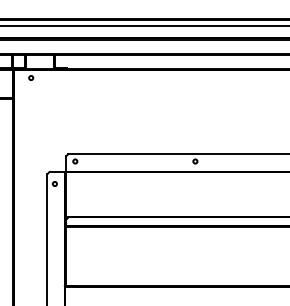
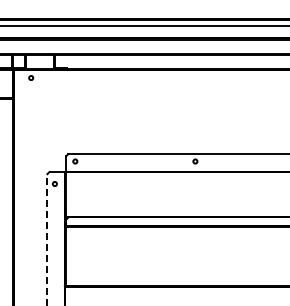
line at (47, 240): solid -> dashed
